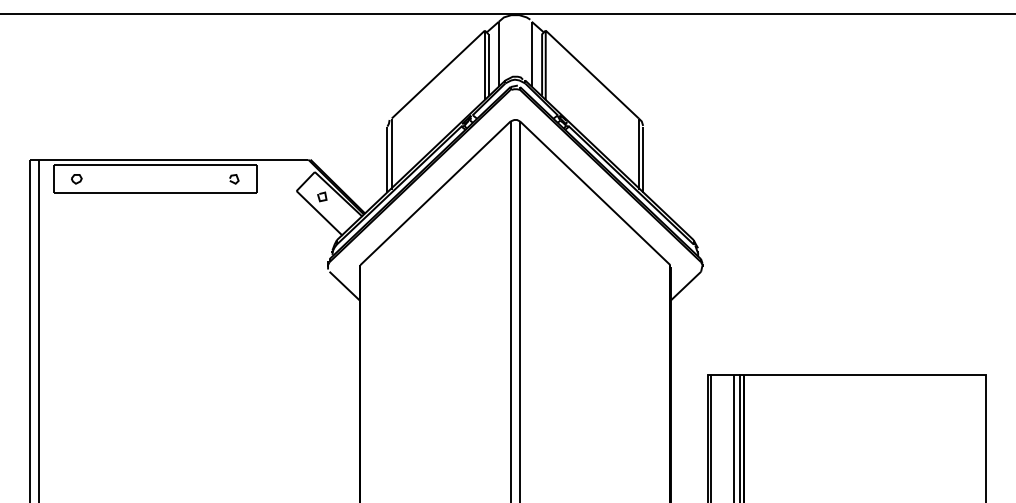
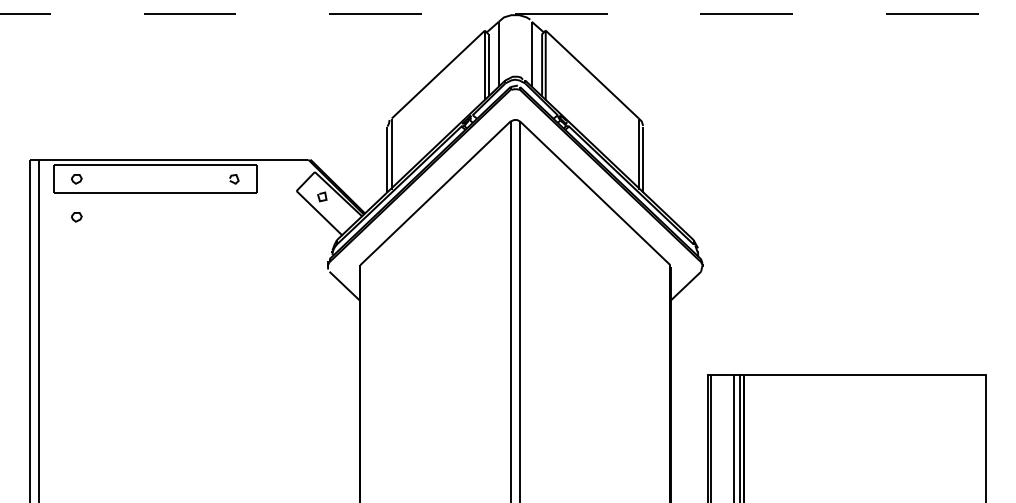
line at (508, 14): solid -> dashed
part at (76, 217): none -> present
